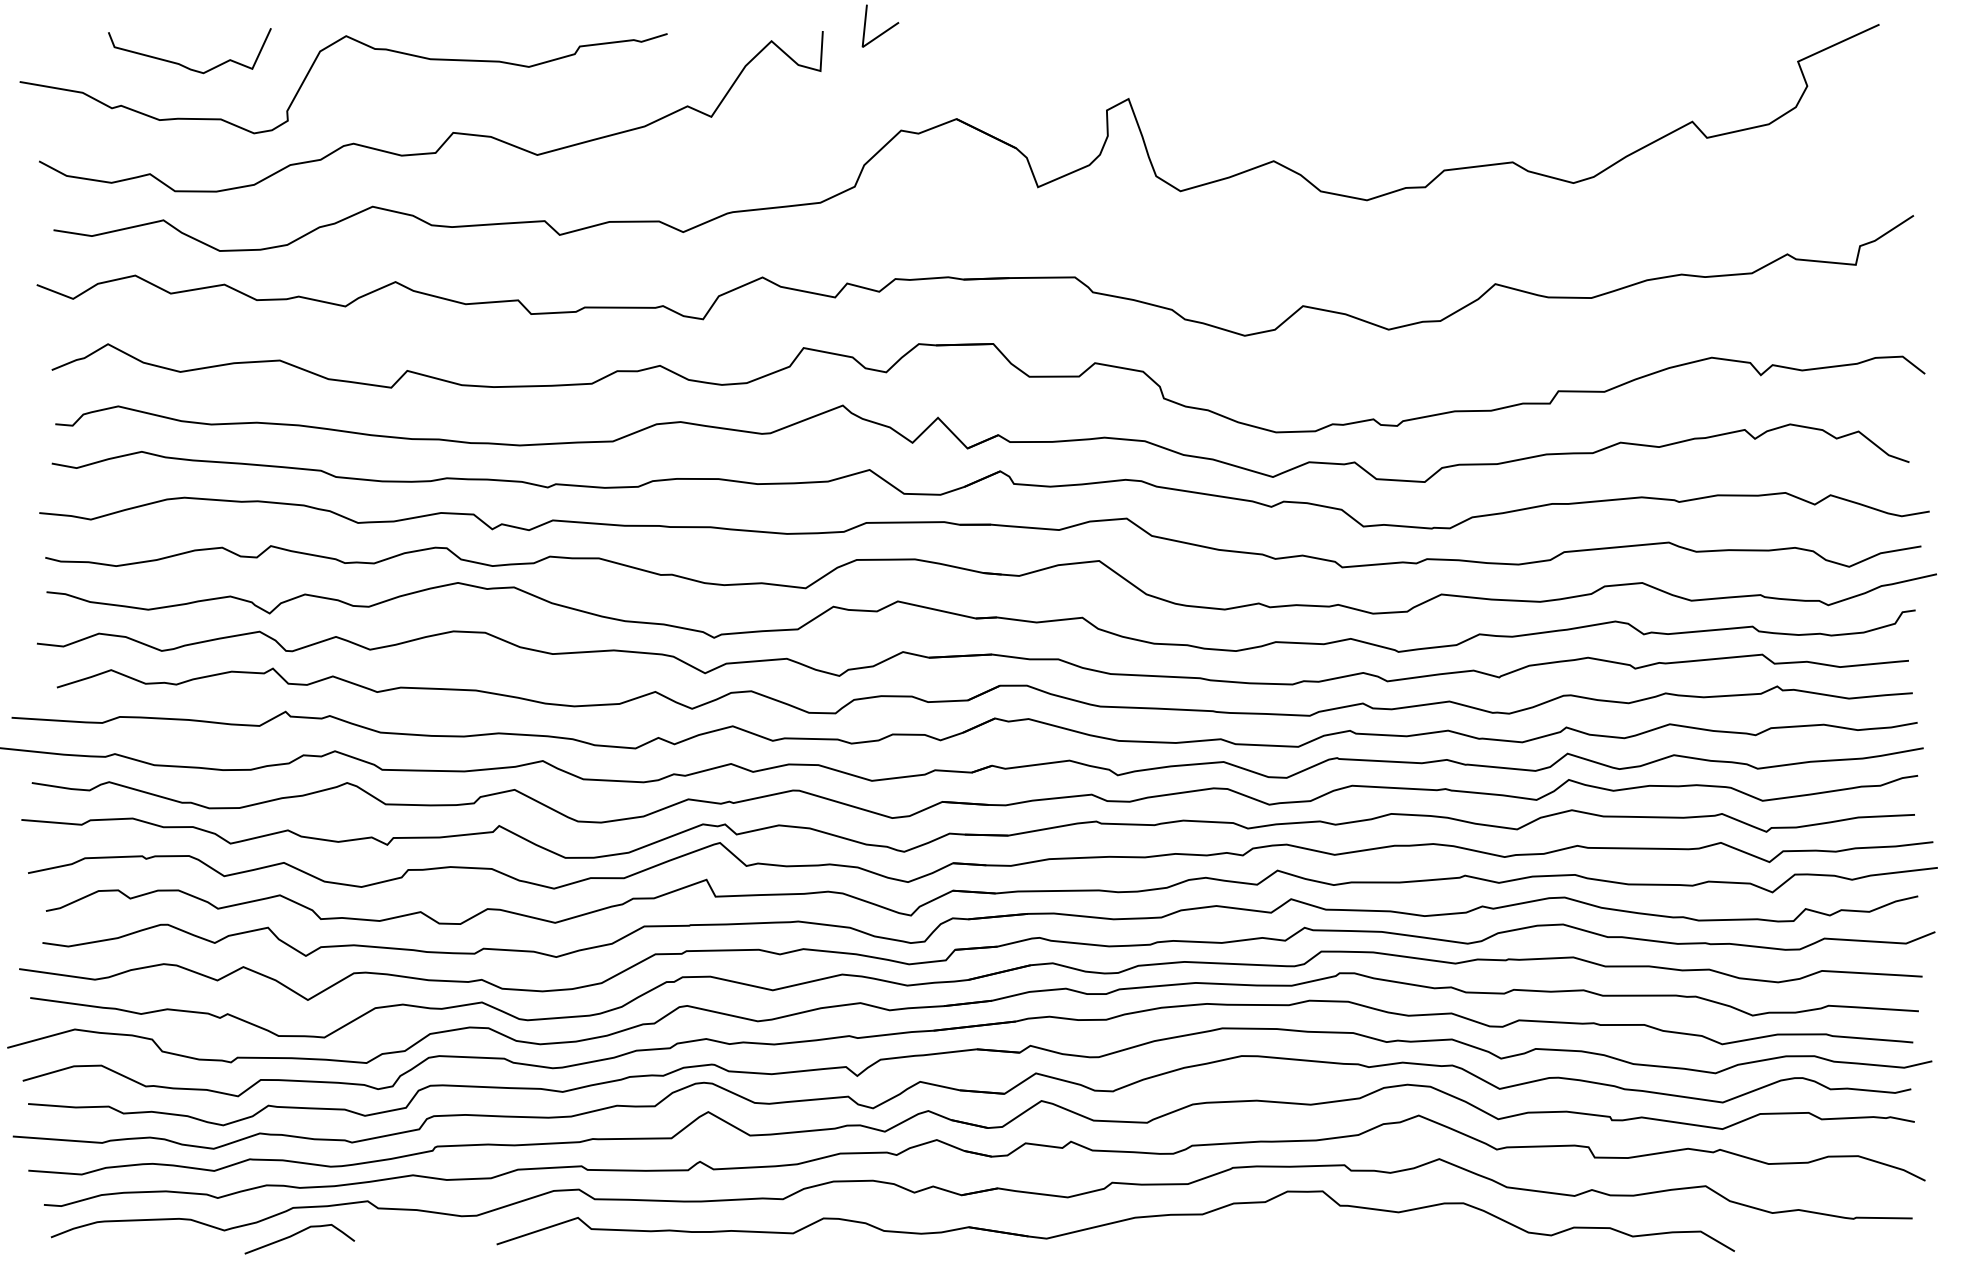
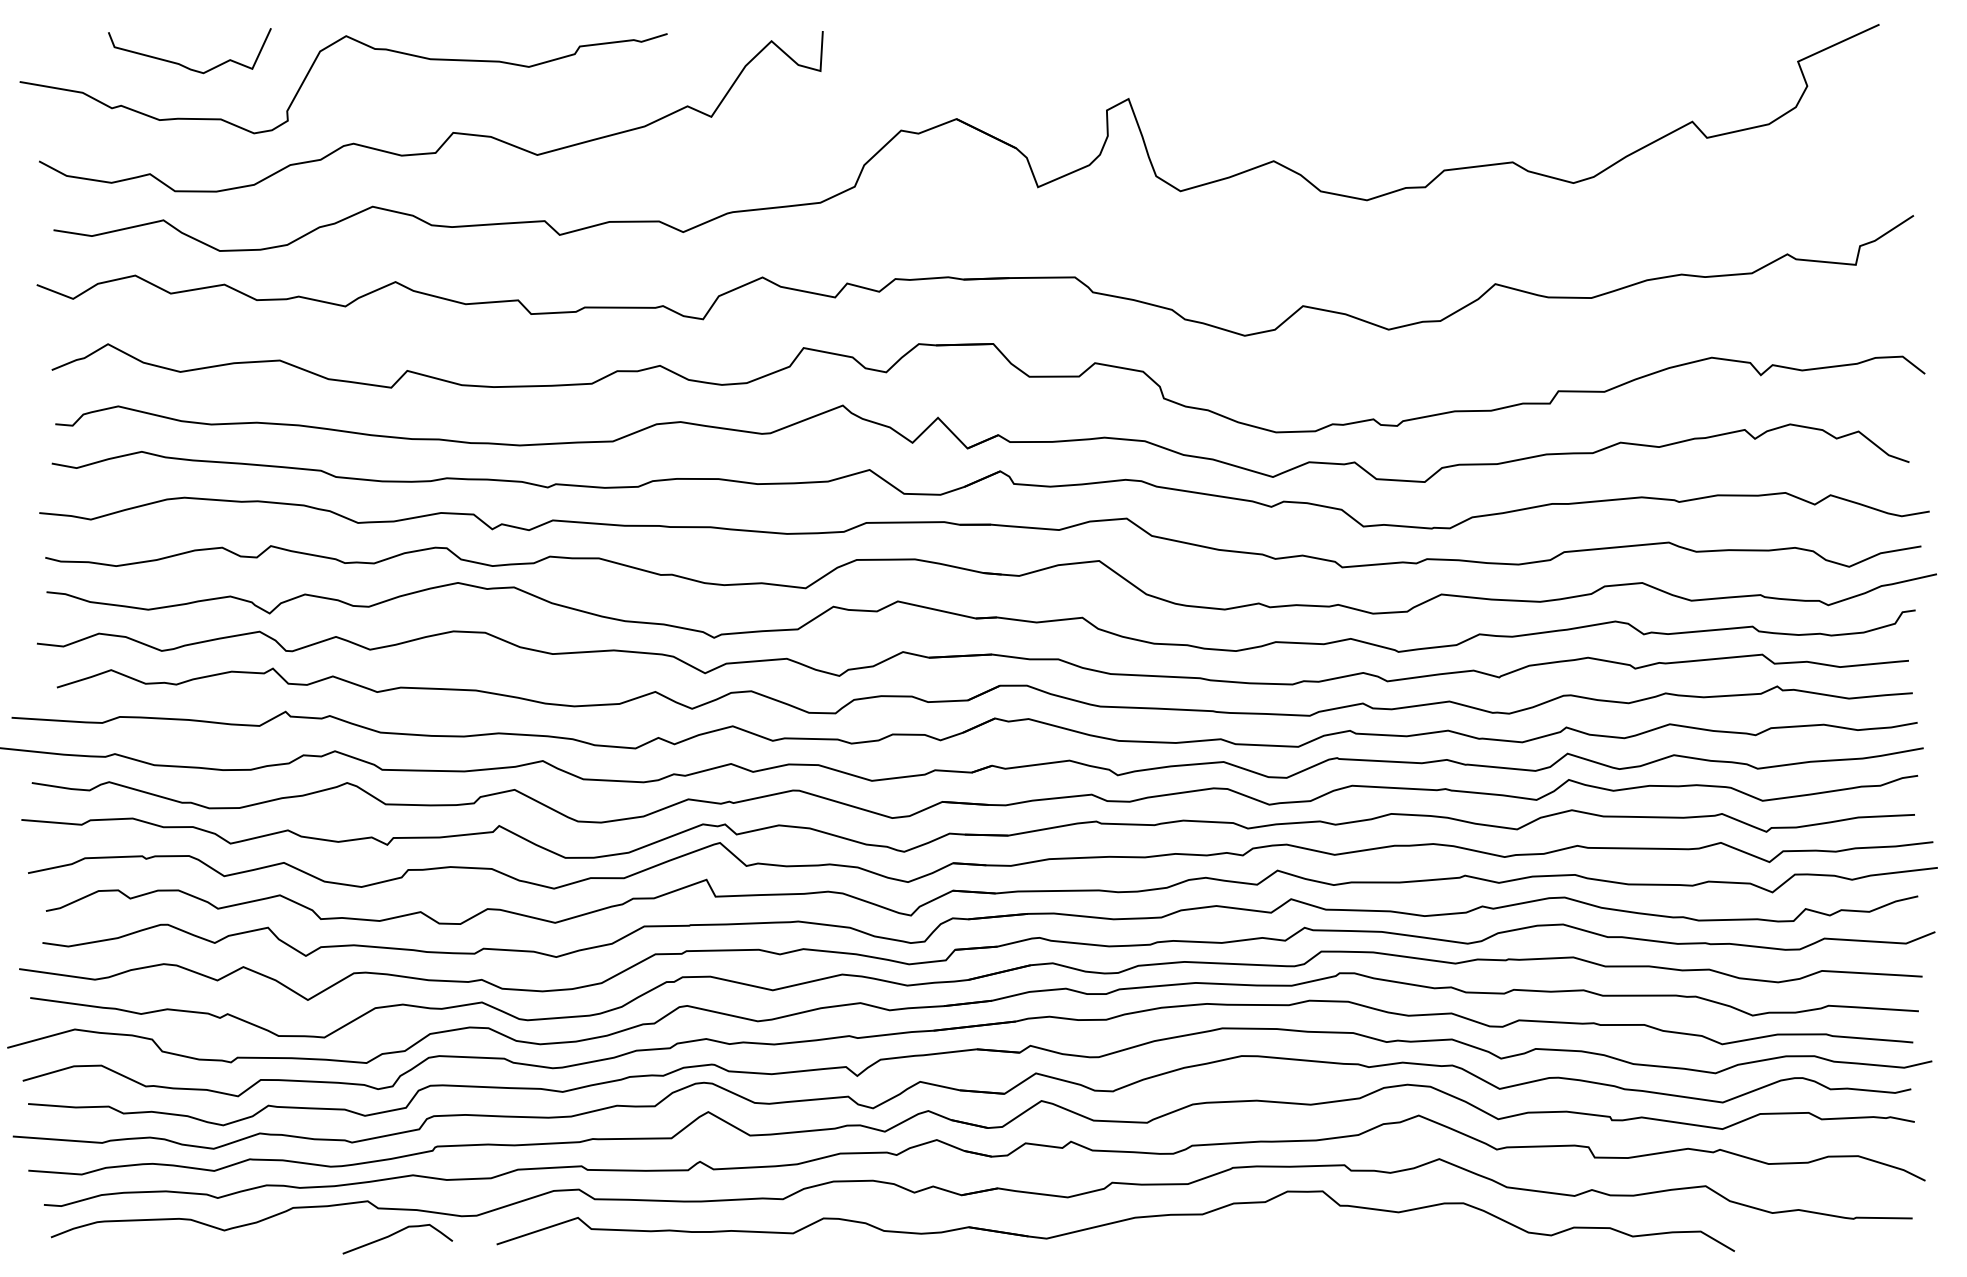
line at (883, 31): present -> none
curve at (297, 1234) position: (297, 1234) -> (395, 1234)
